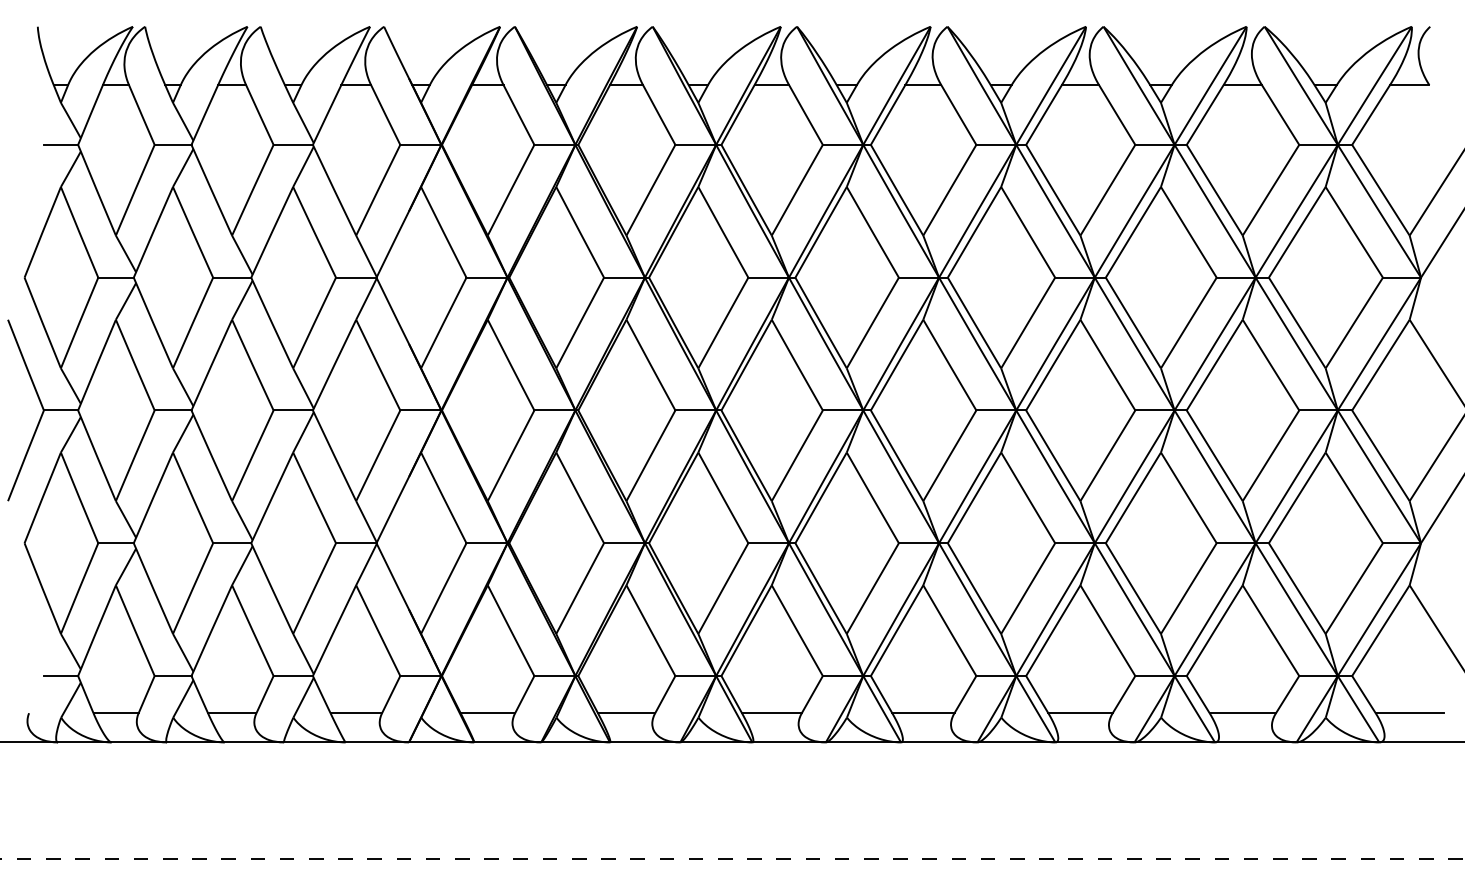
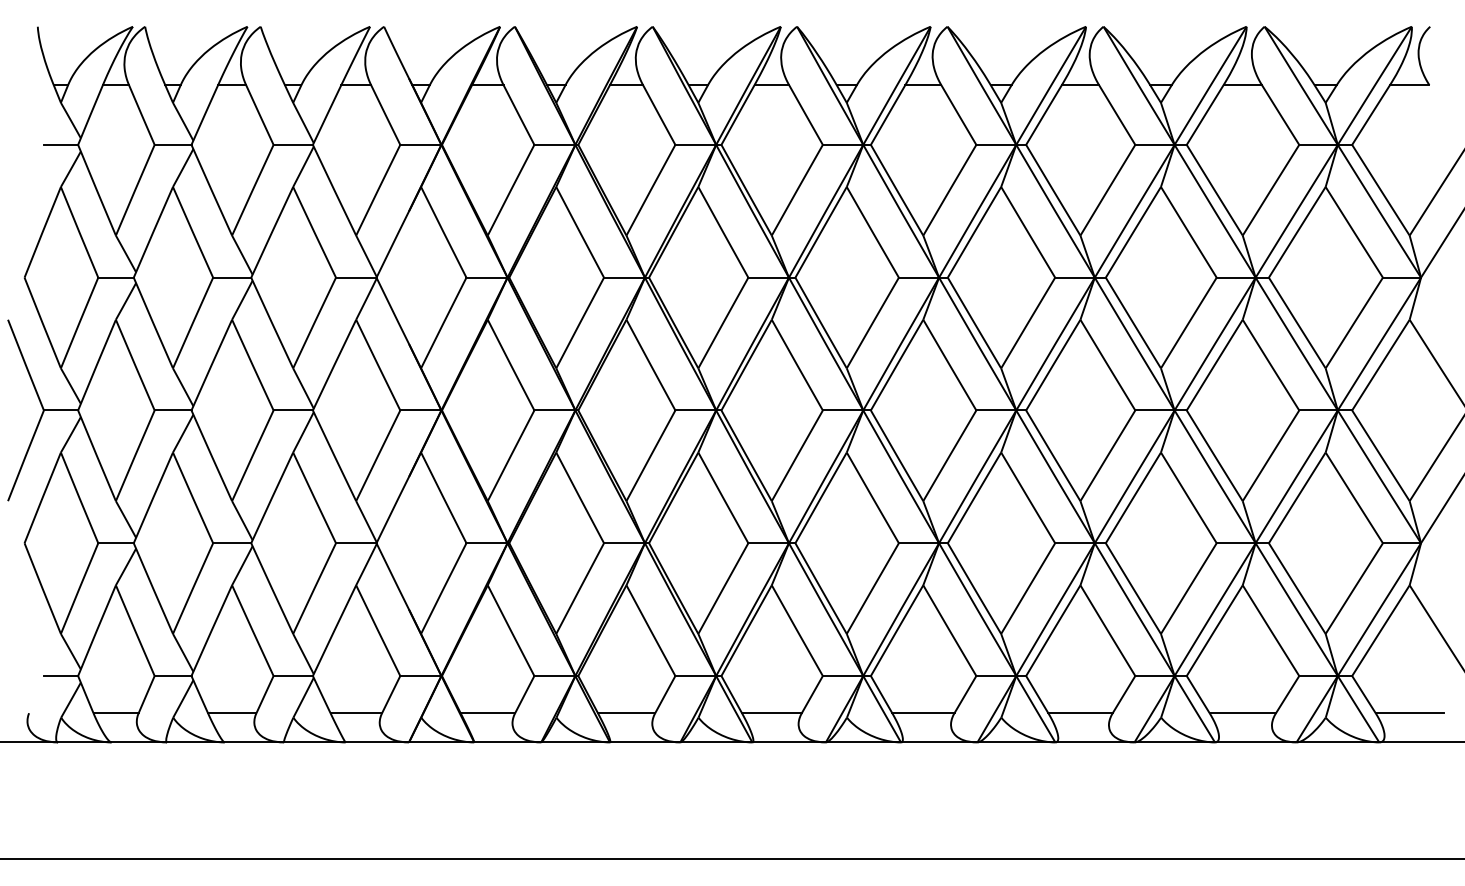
line at (731, 859): dashed -> solid
